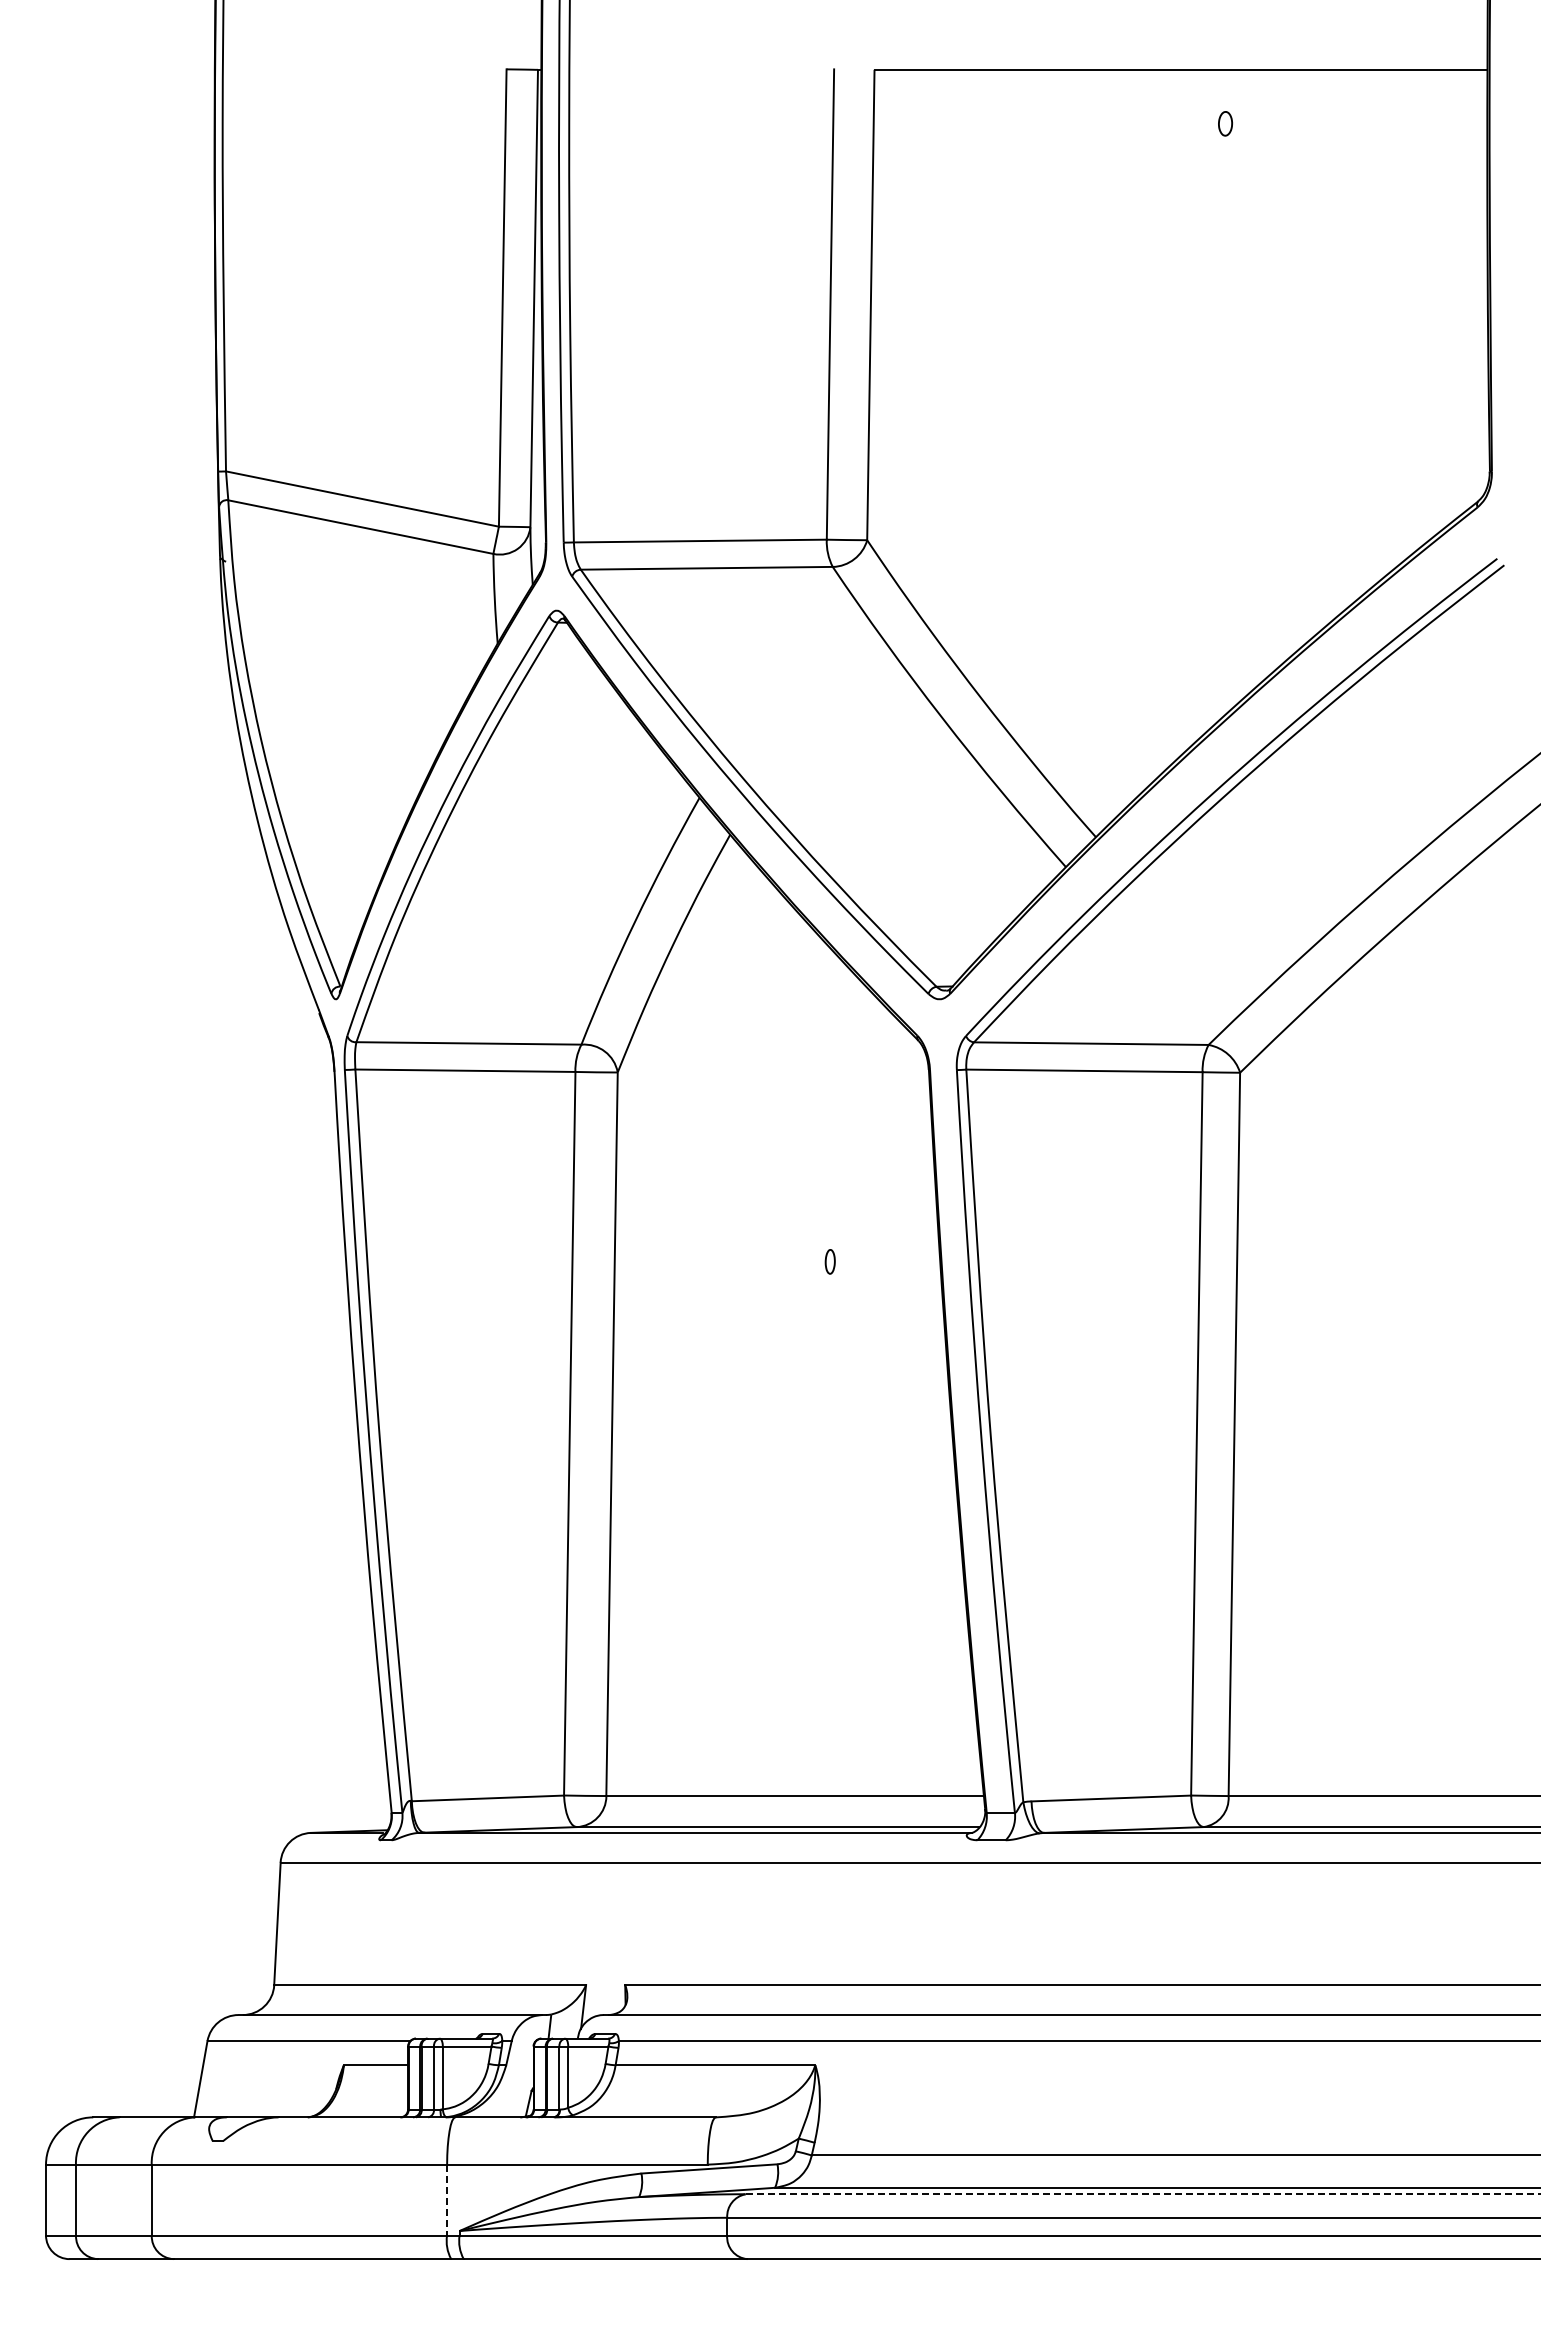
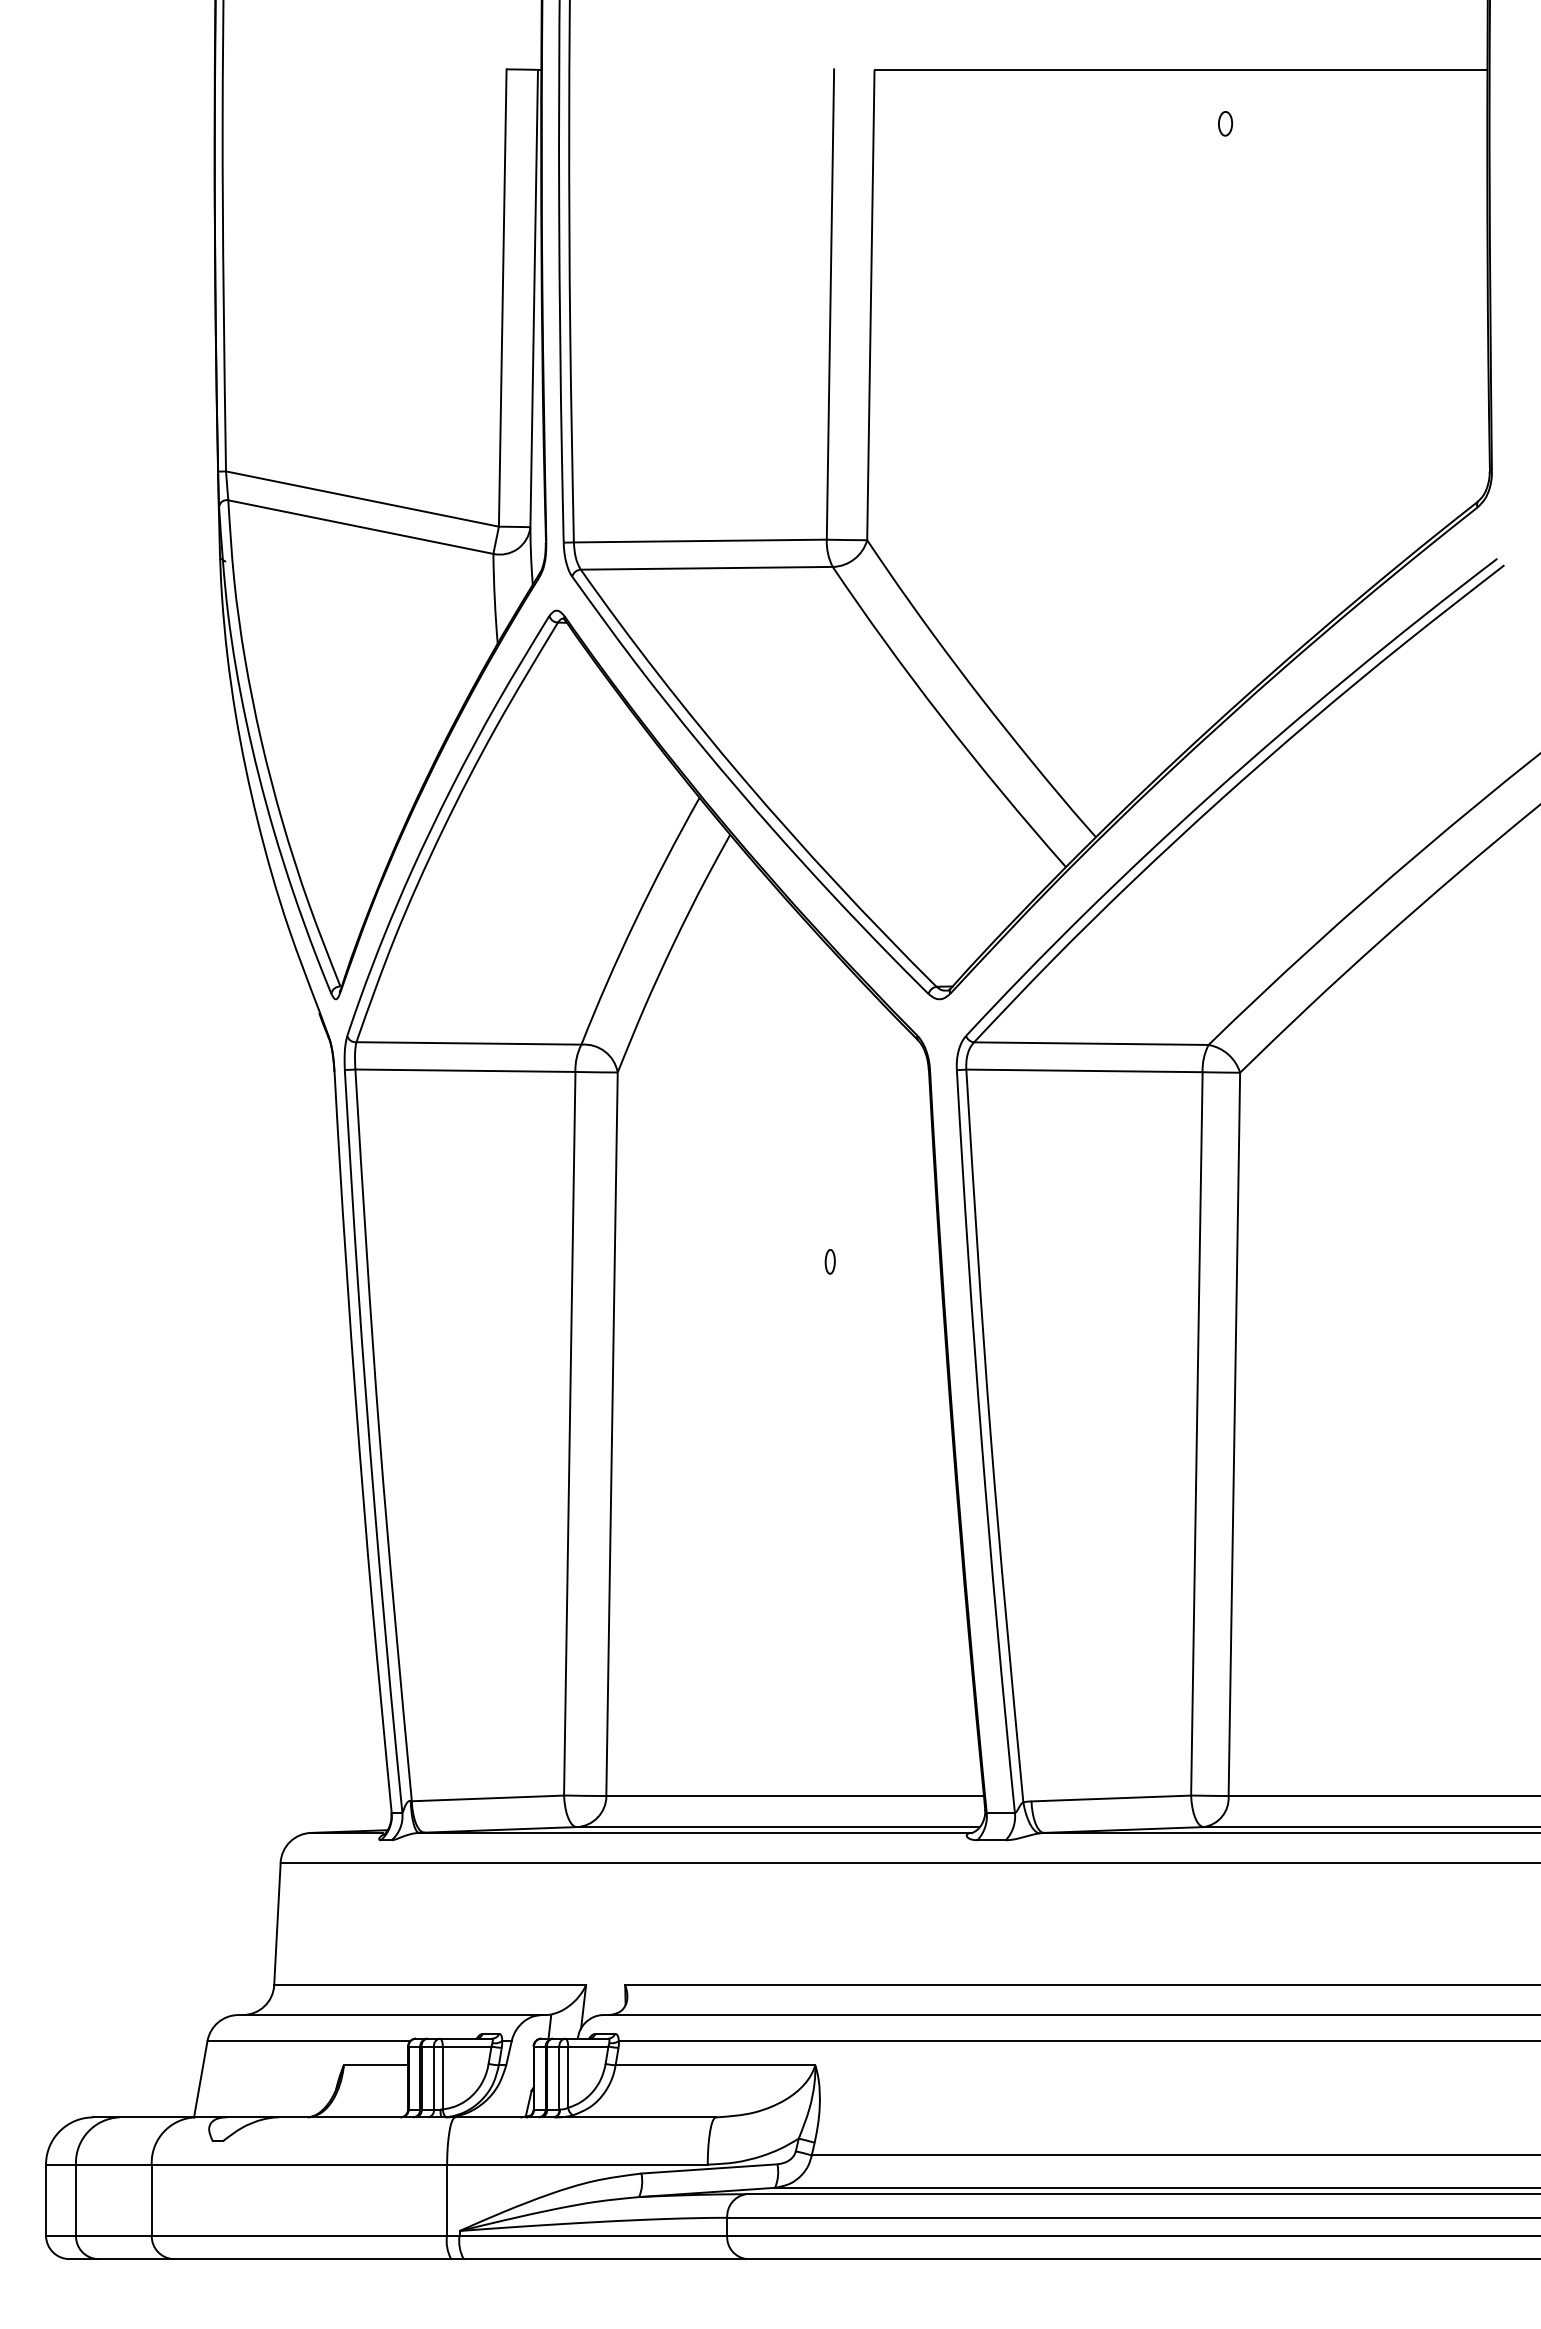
line at (1143, 2194): dashed -> solid
line at (447, 2200): dashed -> solid
